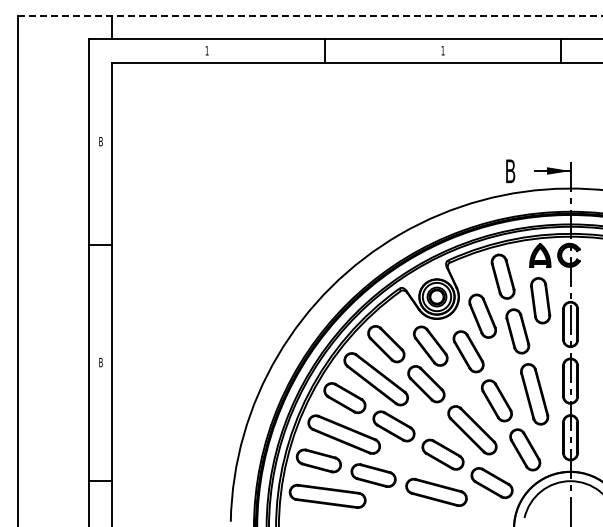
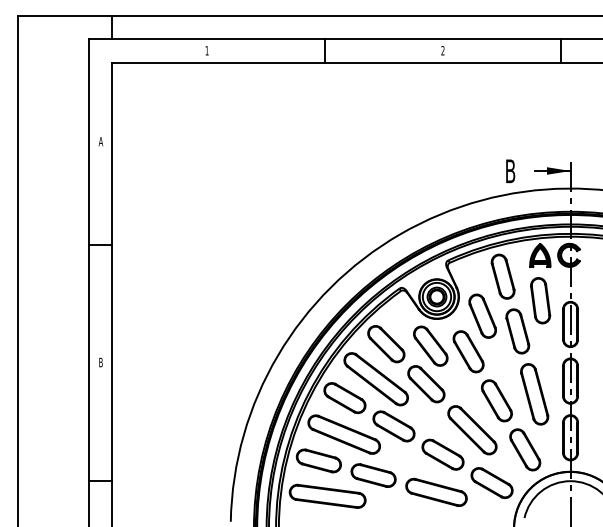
line at (310, 15): dashed -> solid
text at (442, 50): 1 -> 2
text at (100, 141): B -> A
